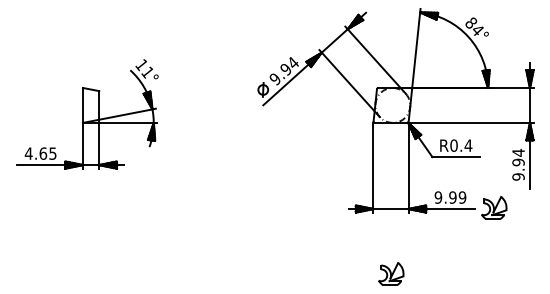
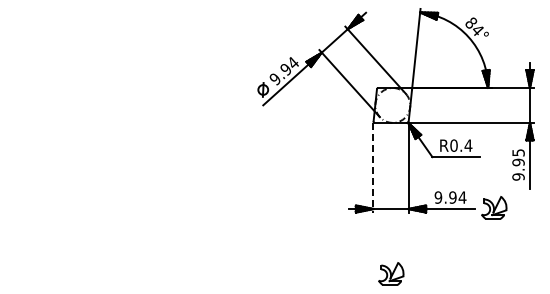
part at (87, 114): present -> none
text at (518, 152): 9.94 -> 9.95
line at (373, 167): solid -> dashed
text at (462, 197): 9.99 -> 9.94
